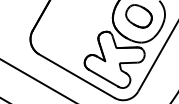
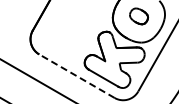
part at (138, 16) size: 28x25 px -> 20x19 px
line at (76, 76): solid -> dashed
